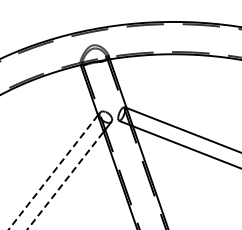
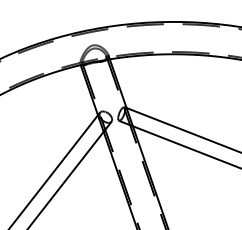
line at (53, 172): dashed -> solid
line at (65, 180): dashed -> solid
